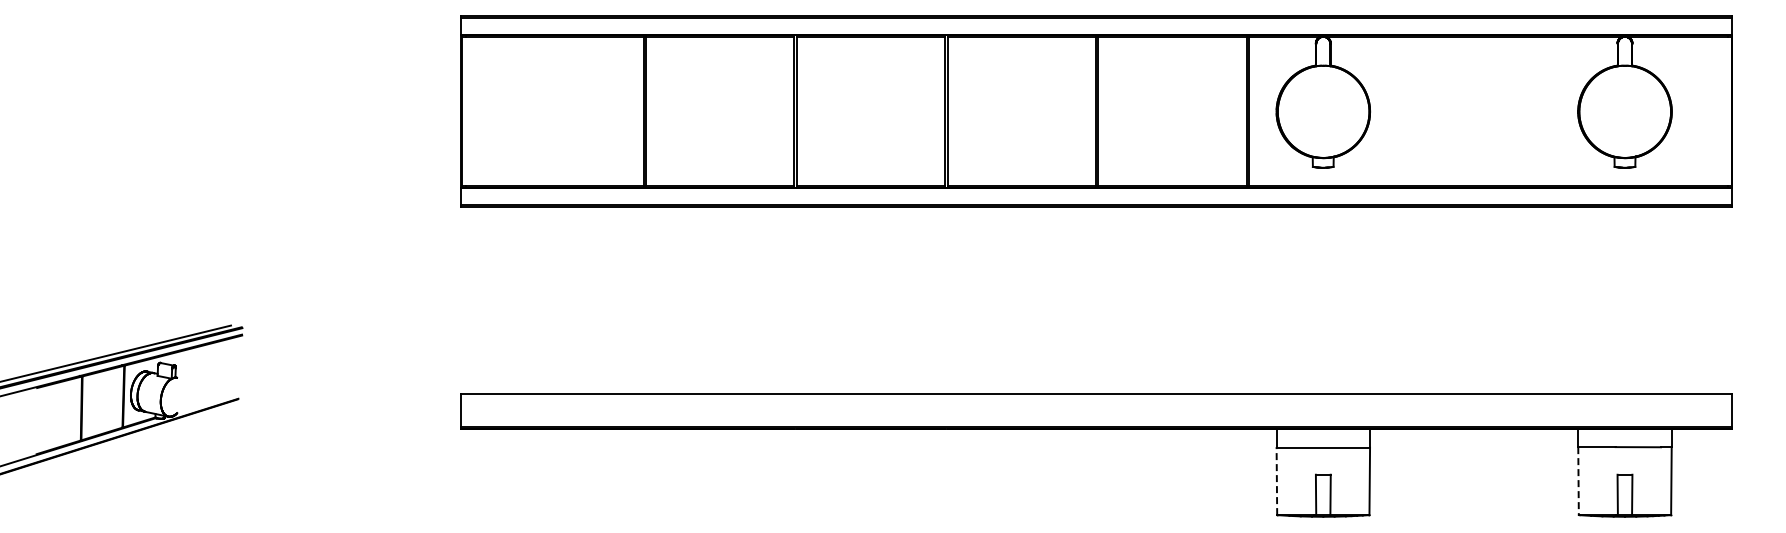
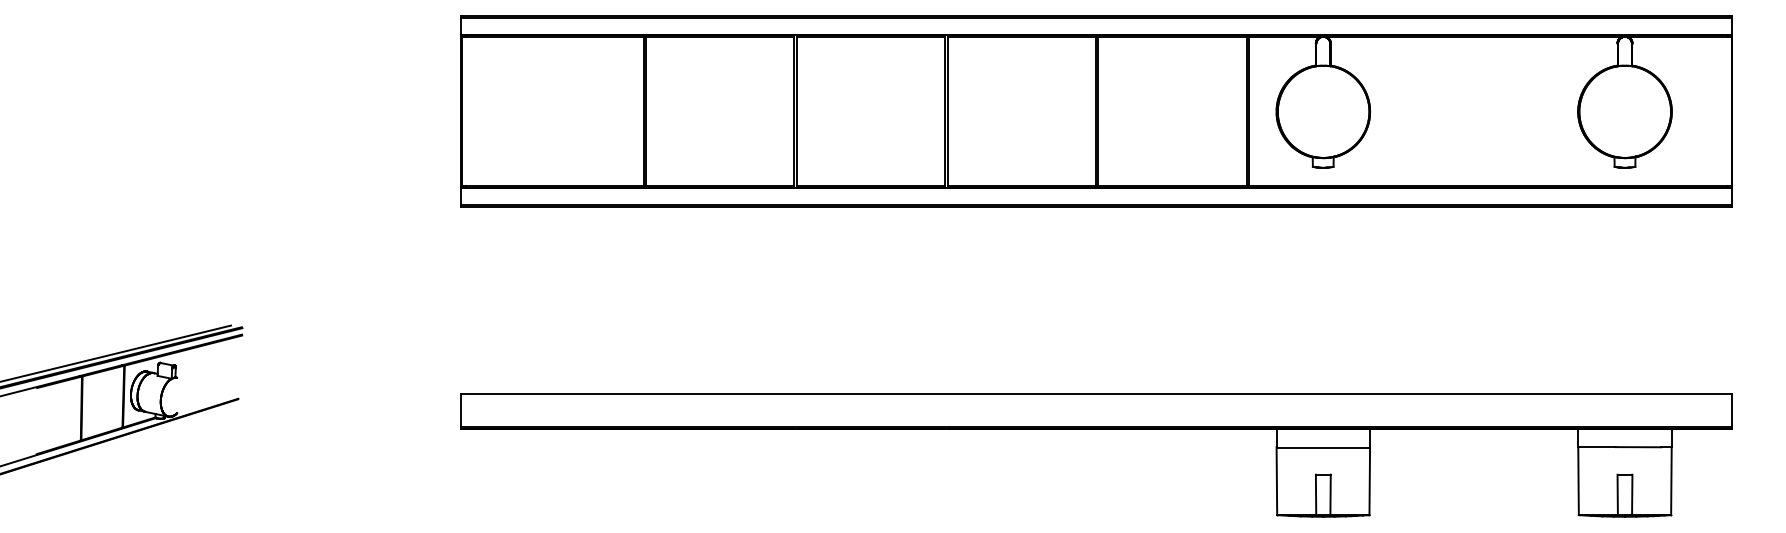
line at (1276, 481): dashed -> solid
line at (1578, 481): dashed -> solid
